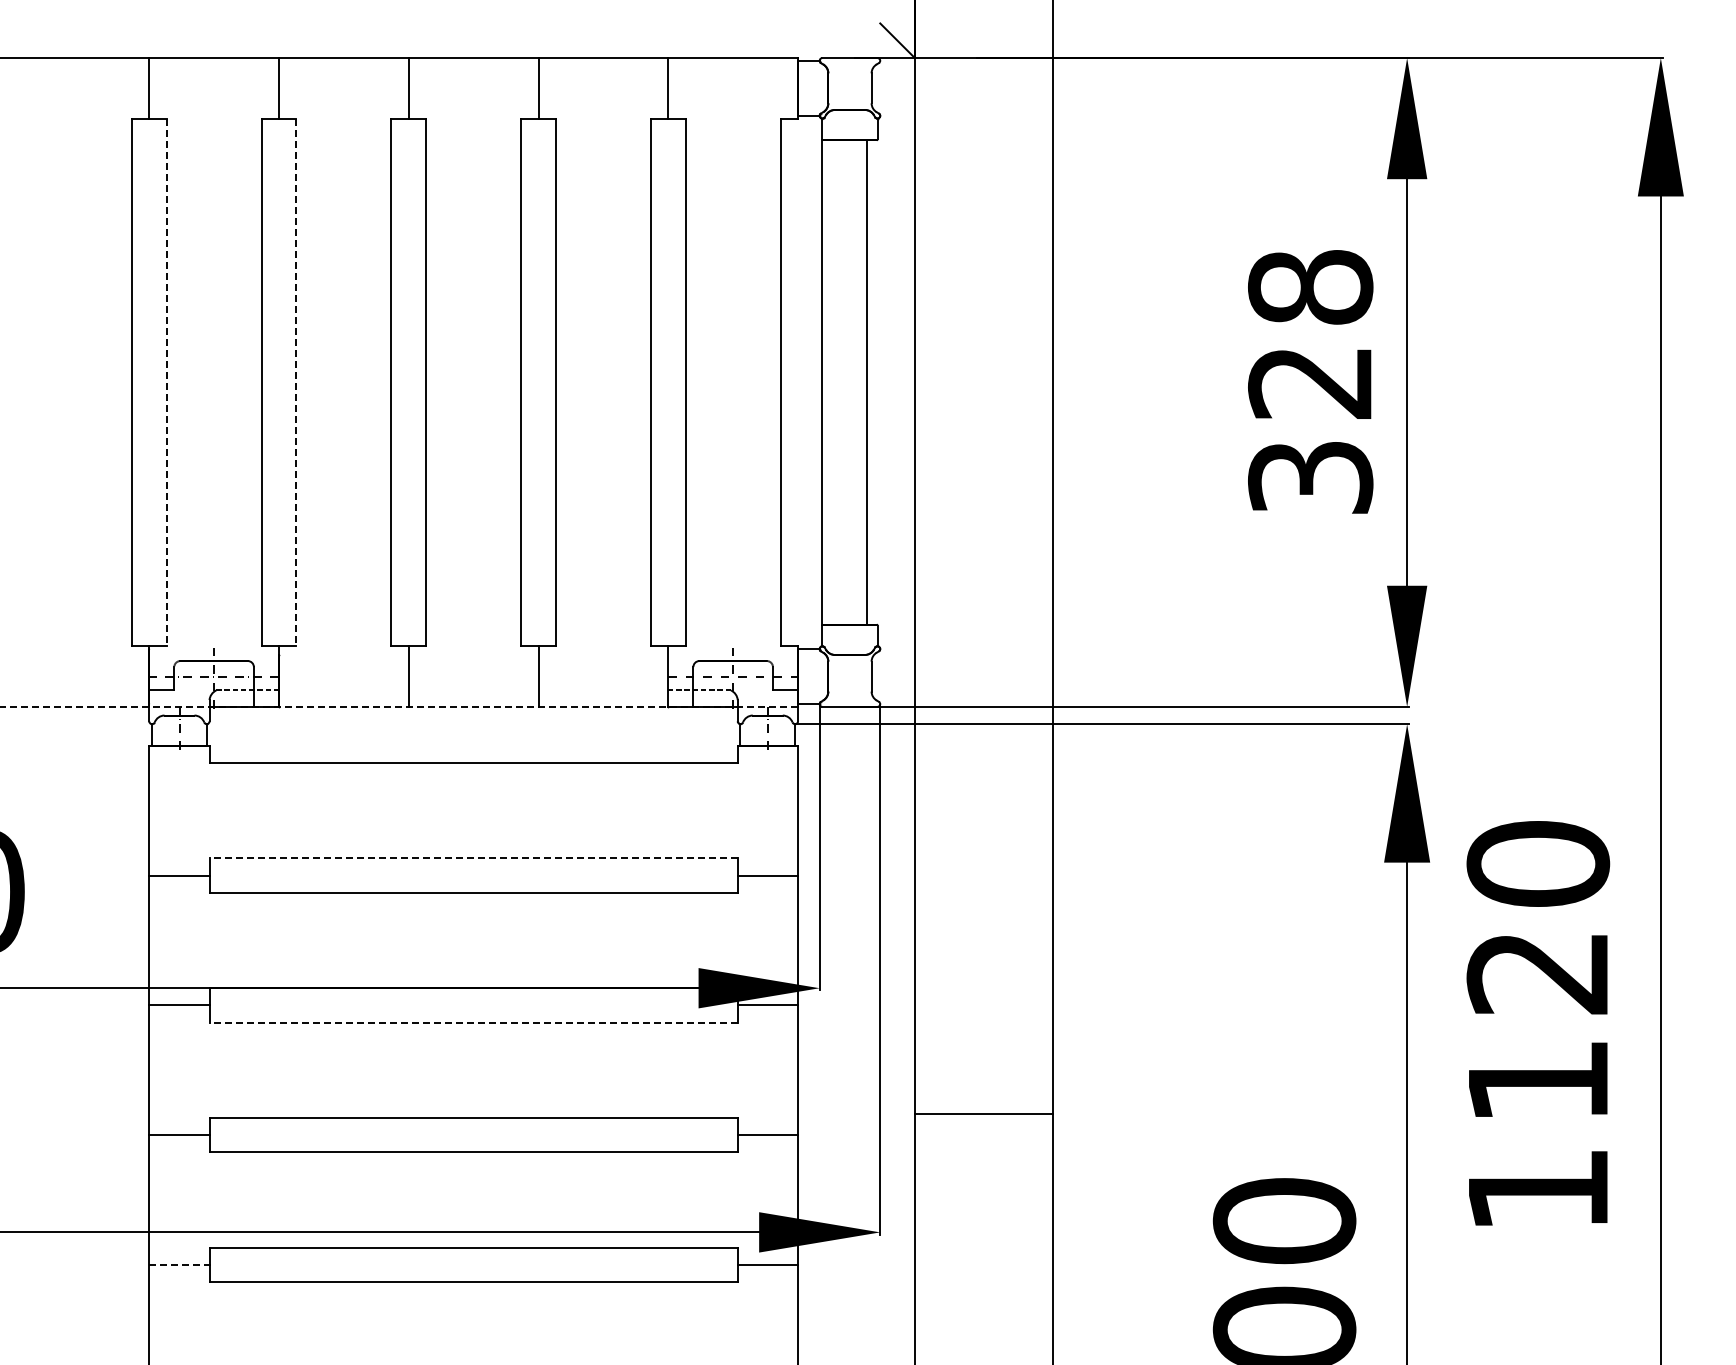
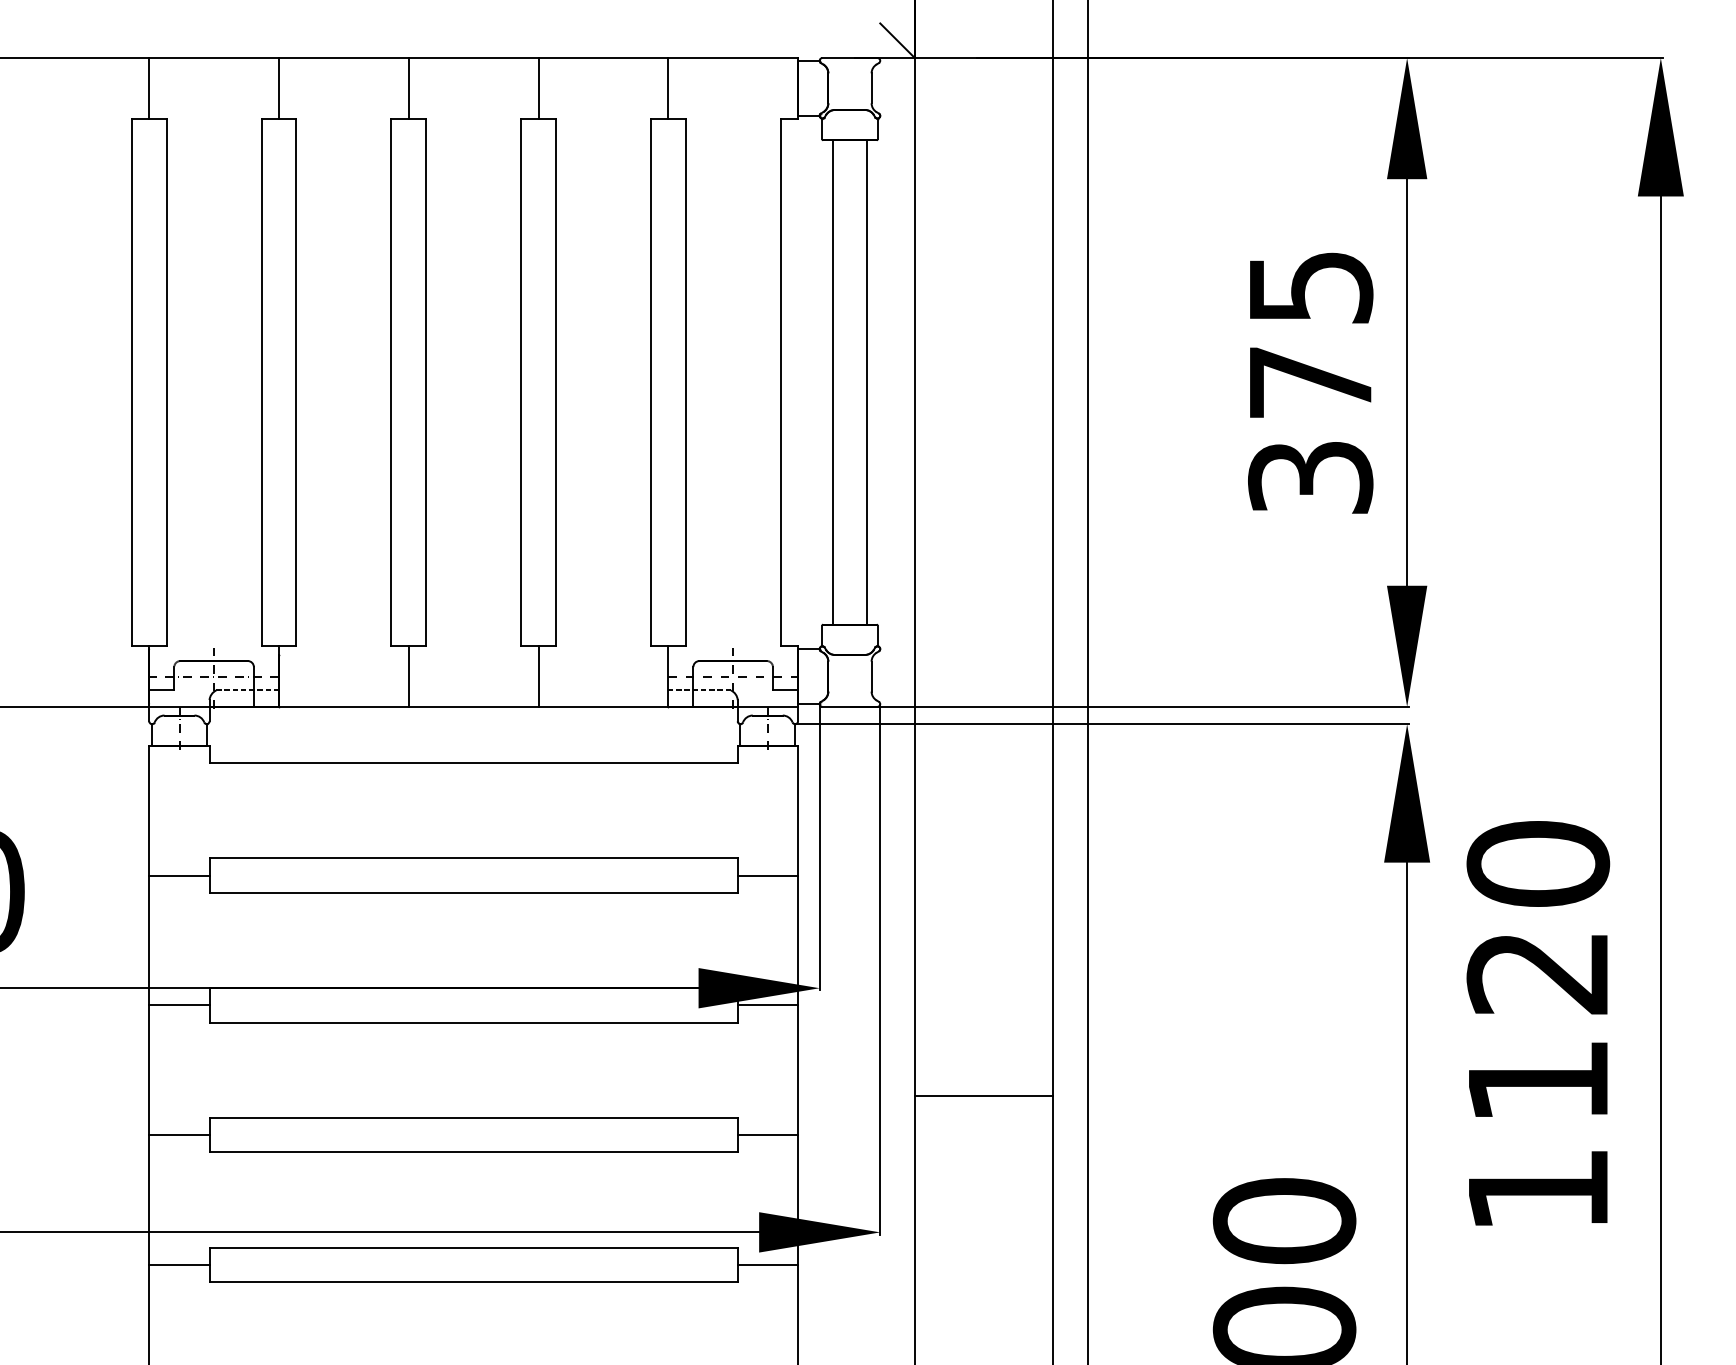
text at (1310, 334): 328 -> 375
line at (166, 382): dashed -> solid
line at (296, 382): dashed -> solid
line at (821, 382) position: (821, 382) -> (832, 382)
line at (1087, 681): none -> present
line at (399, 706): dashed -> solid
line at (473, 858): dashed -> solid
line at (473, 1022): dashed -> solid
line at (983, 1114) position: (983, 1114) -> (983, 1096)
line at (180, 1264): dashed -> solid
